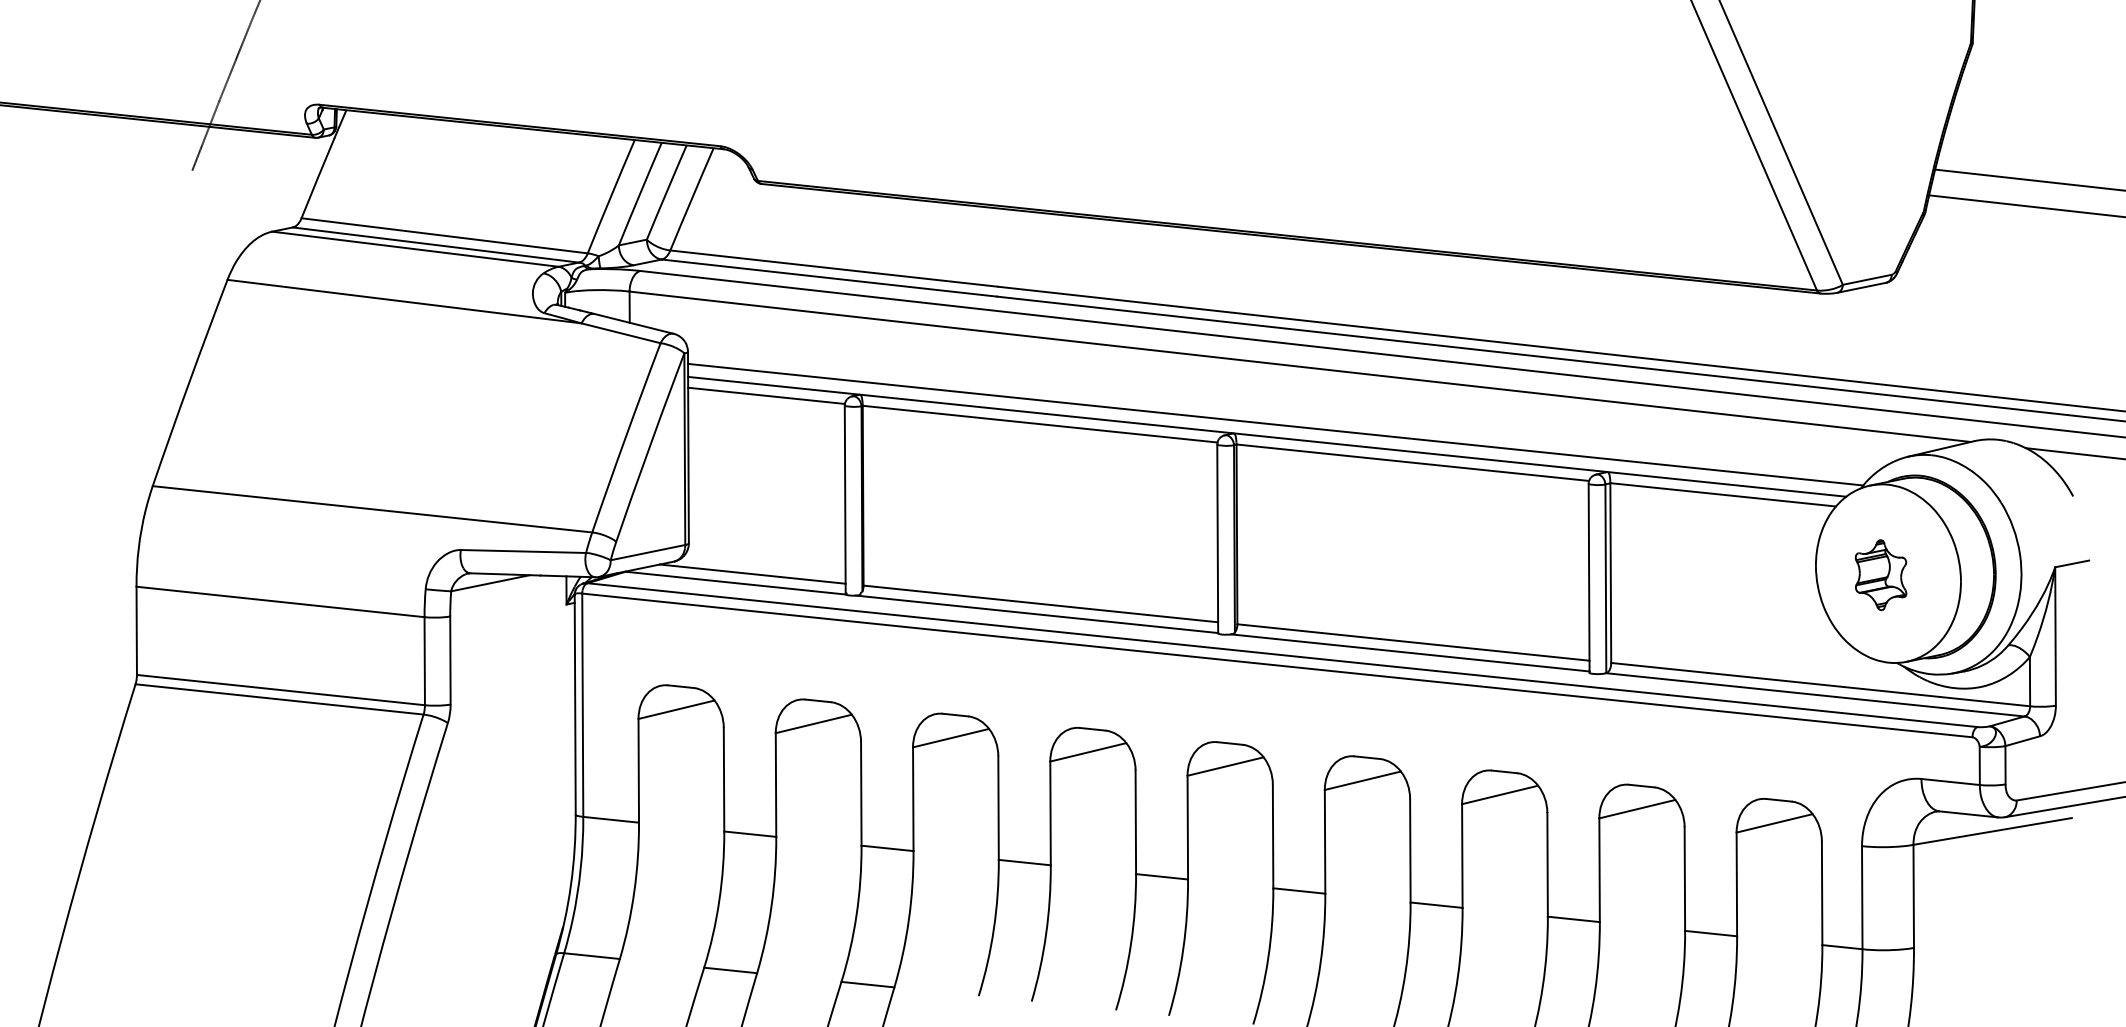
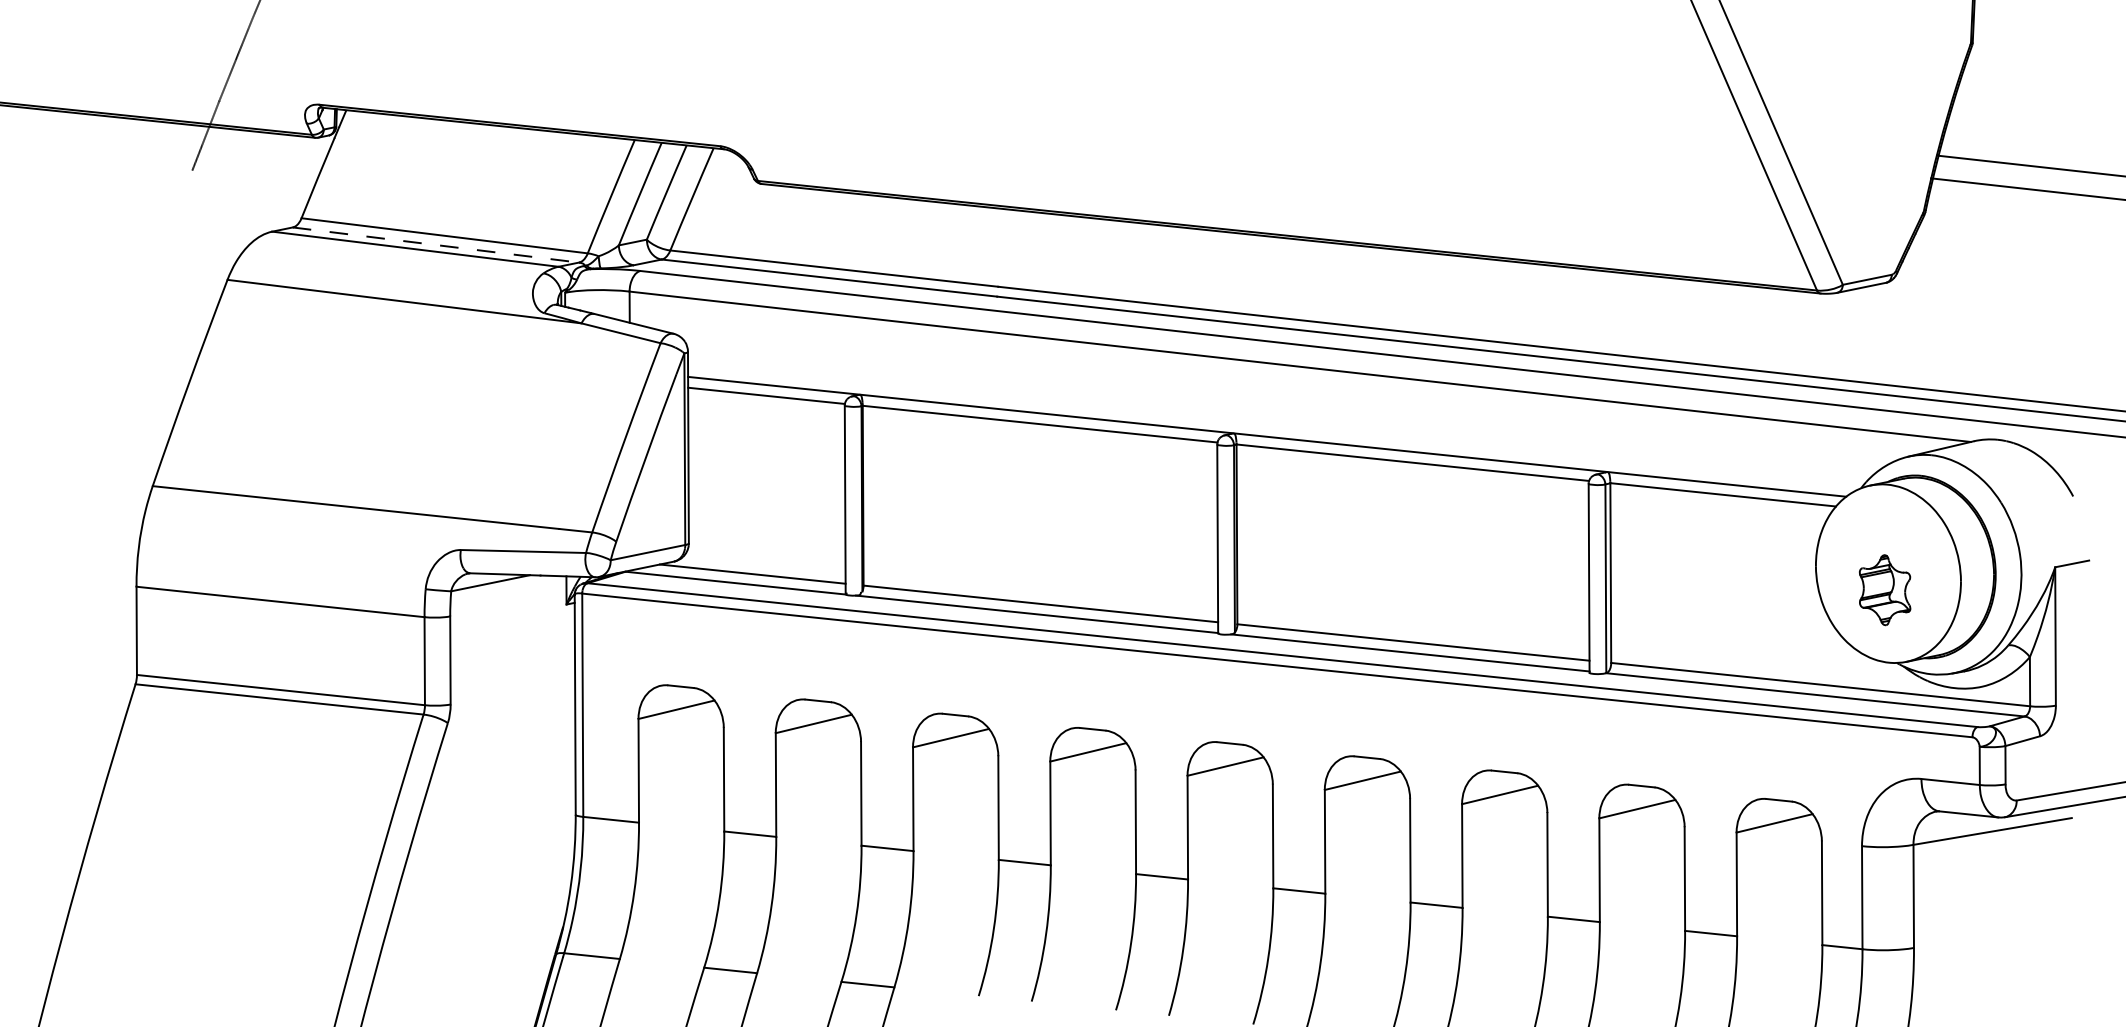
line at (2028, 179) position: (2028, 179) -> (2029, 165)
line at (2025, 205) position: (2025, 205) -> (2026, 188)
line at (436, 245): solid -> dashed
line at (1275, 424): present -> none
line at (2073, 453): present -> none
part at (1880, 575) position: (1880, 575) -> (1884, 590)
